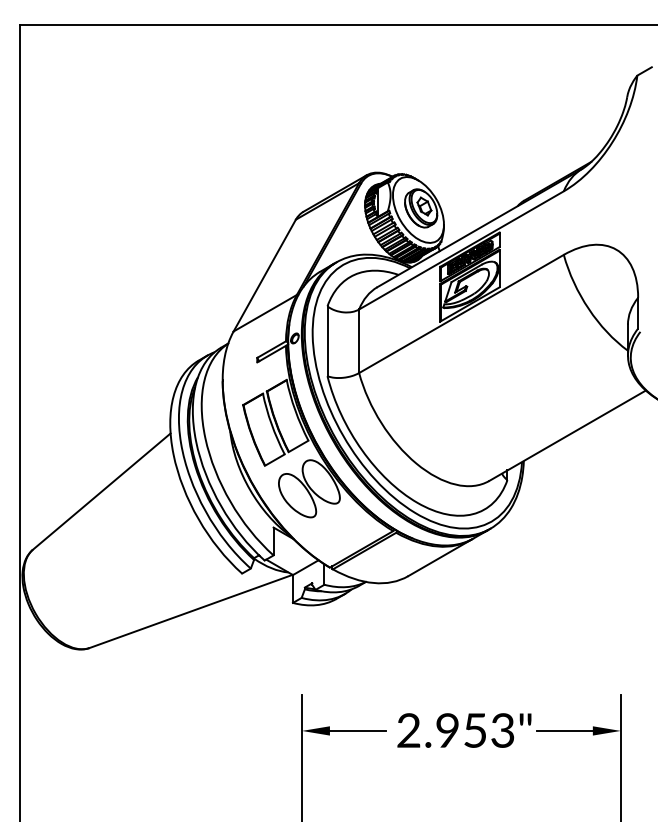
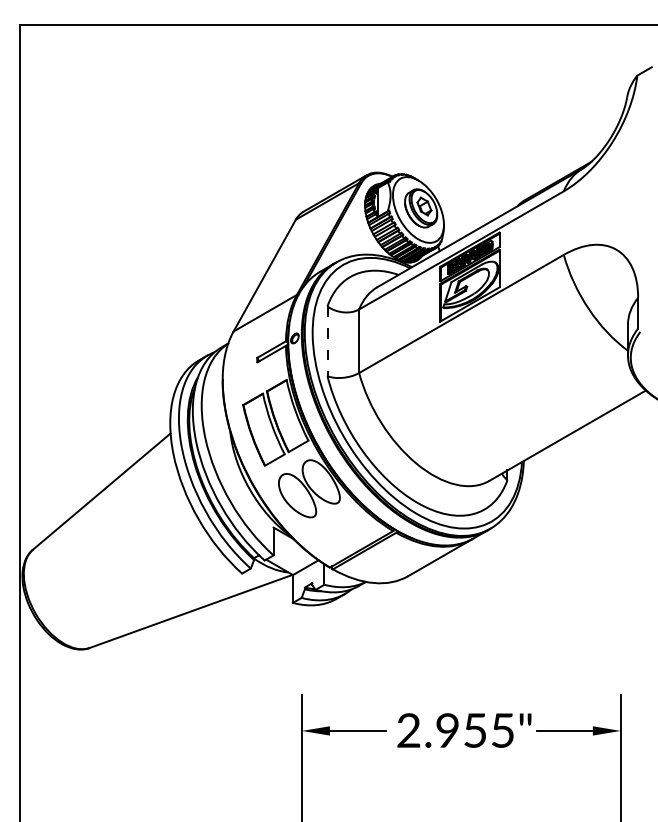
line at (327, 341): solid -> dashed
text at (502, 730): 2.953" -> 2.955"
